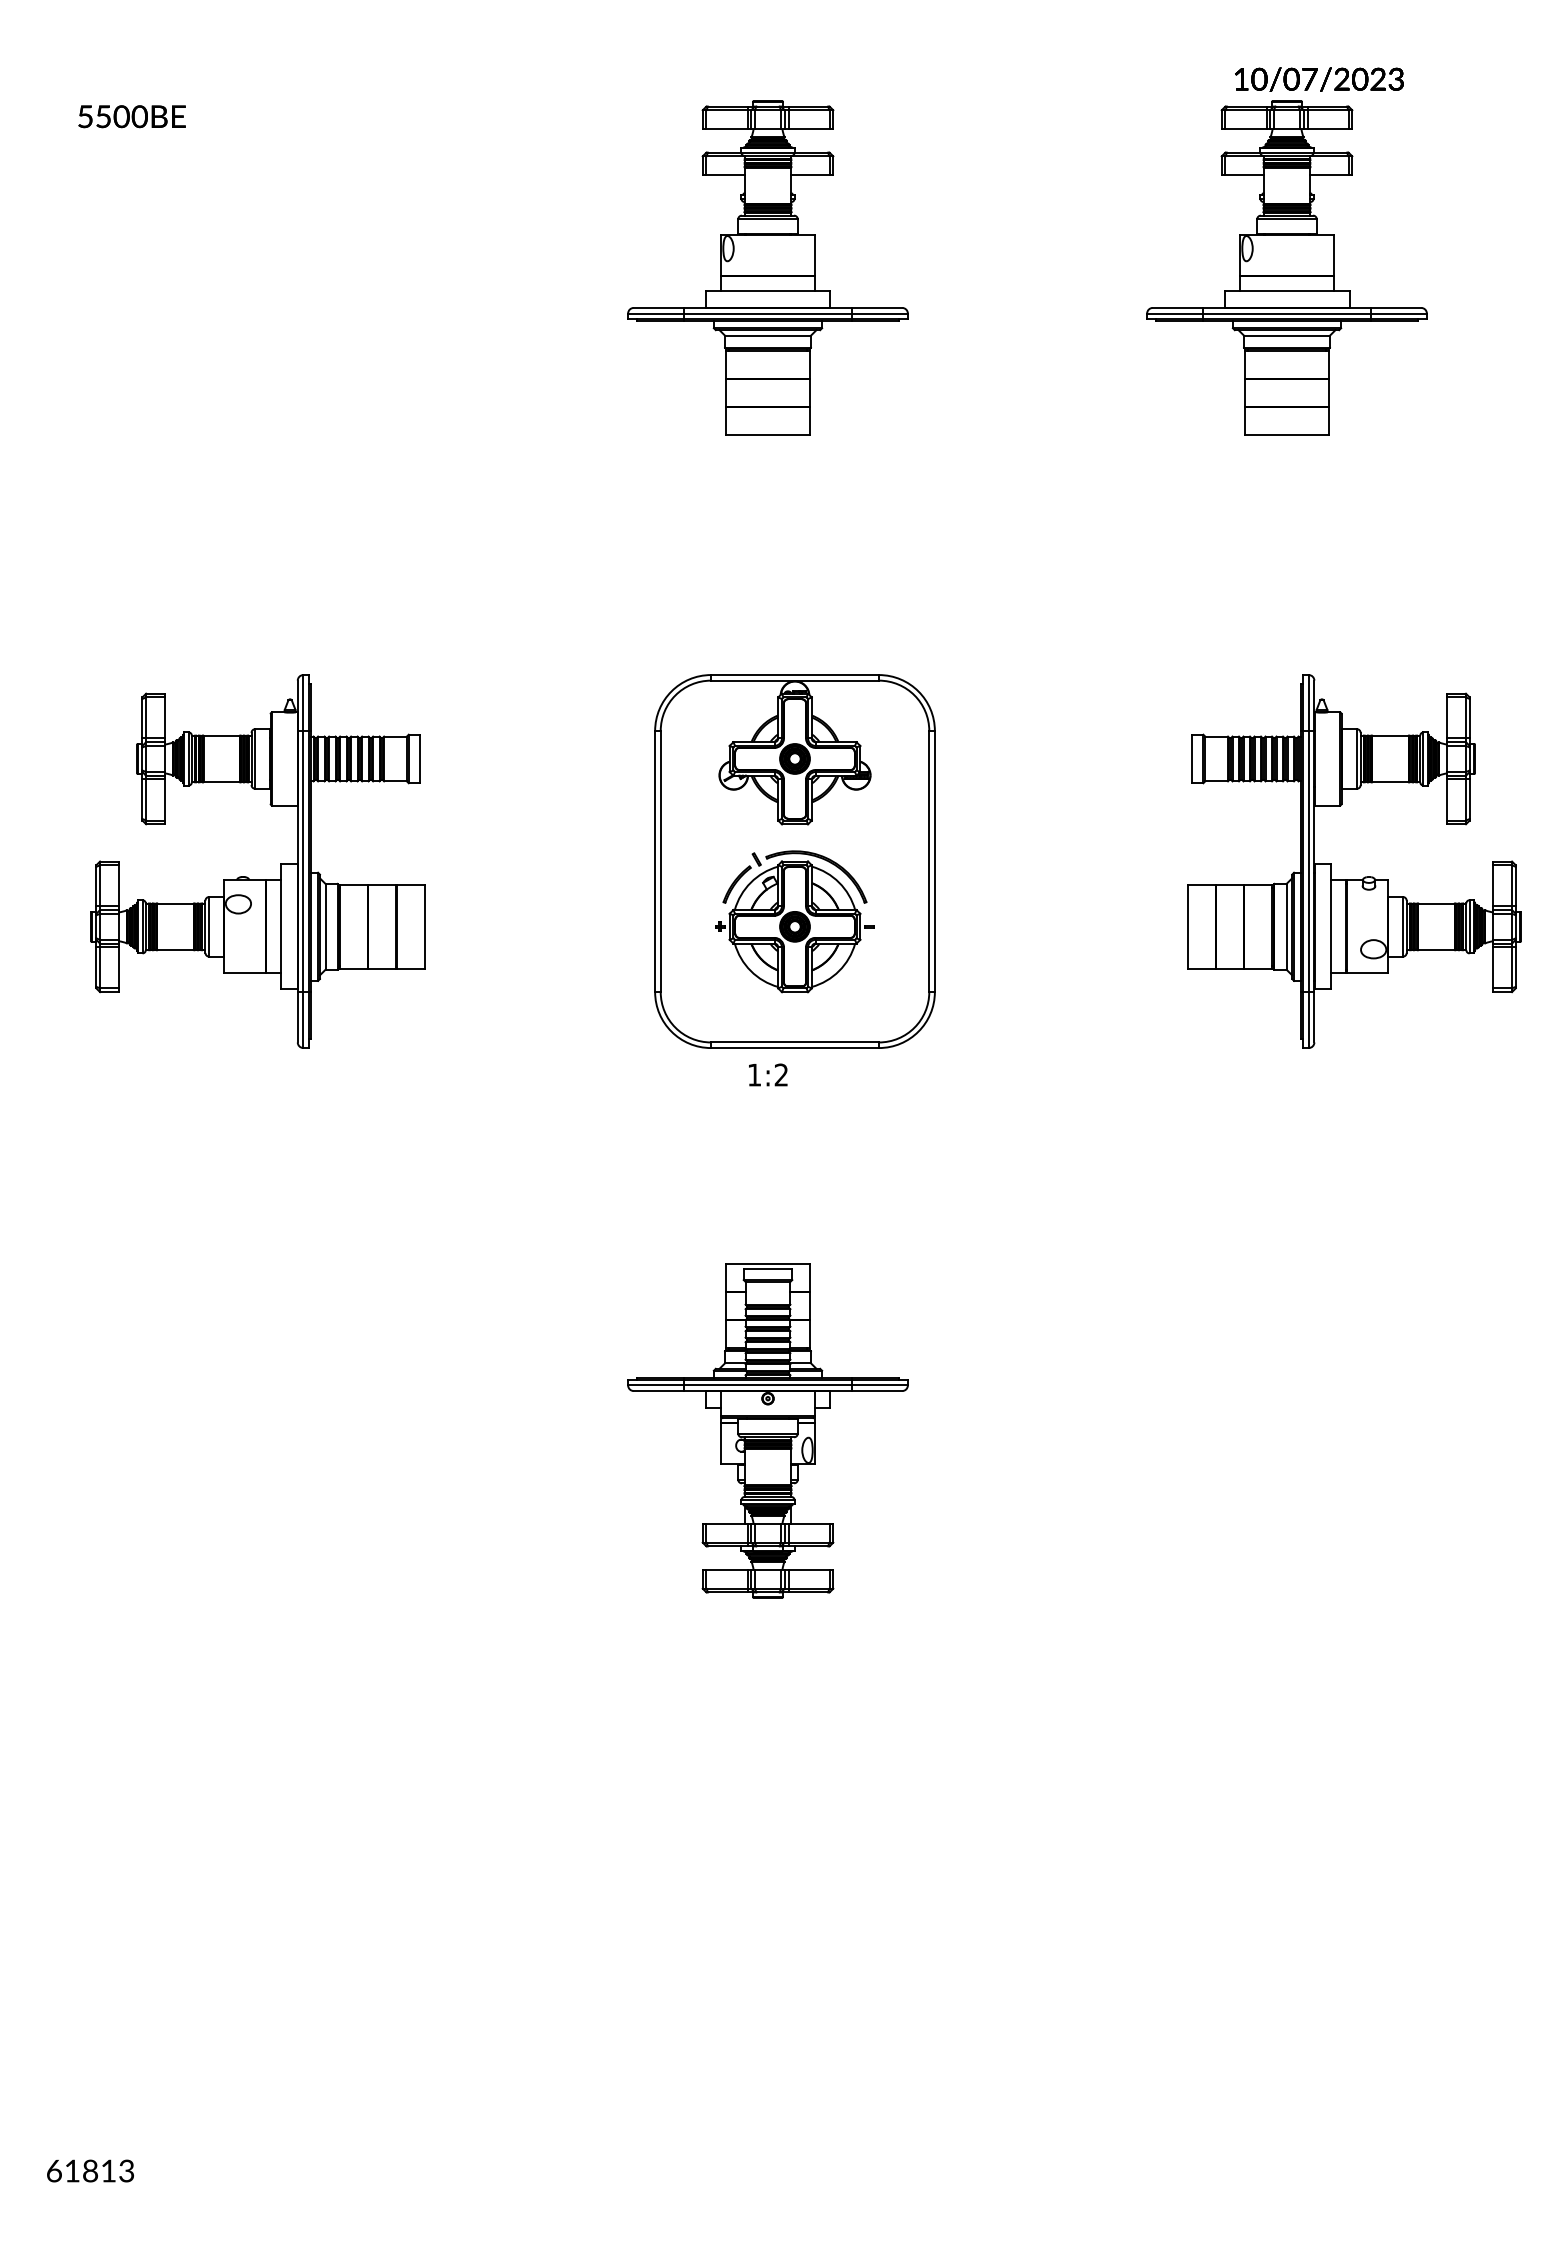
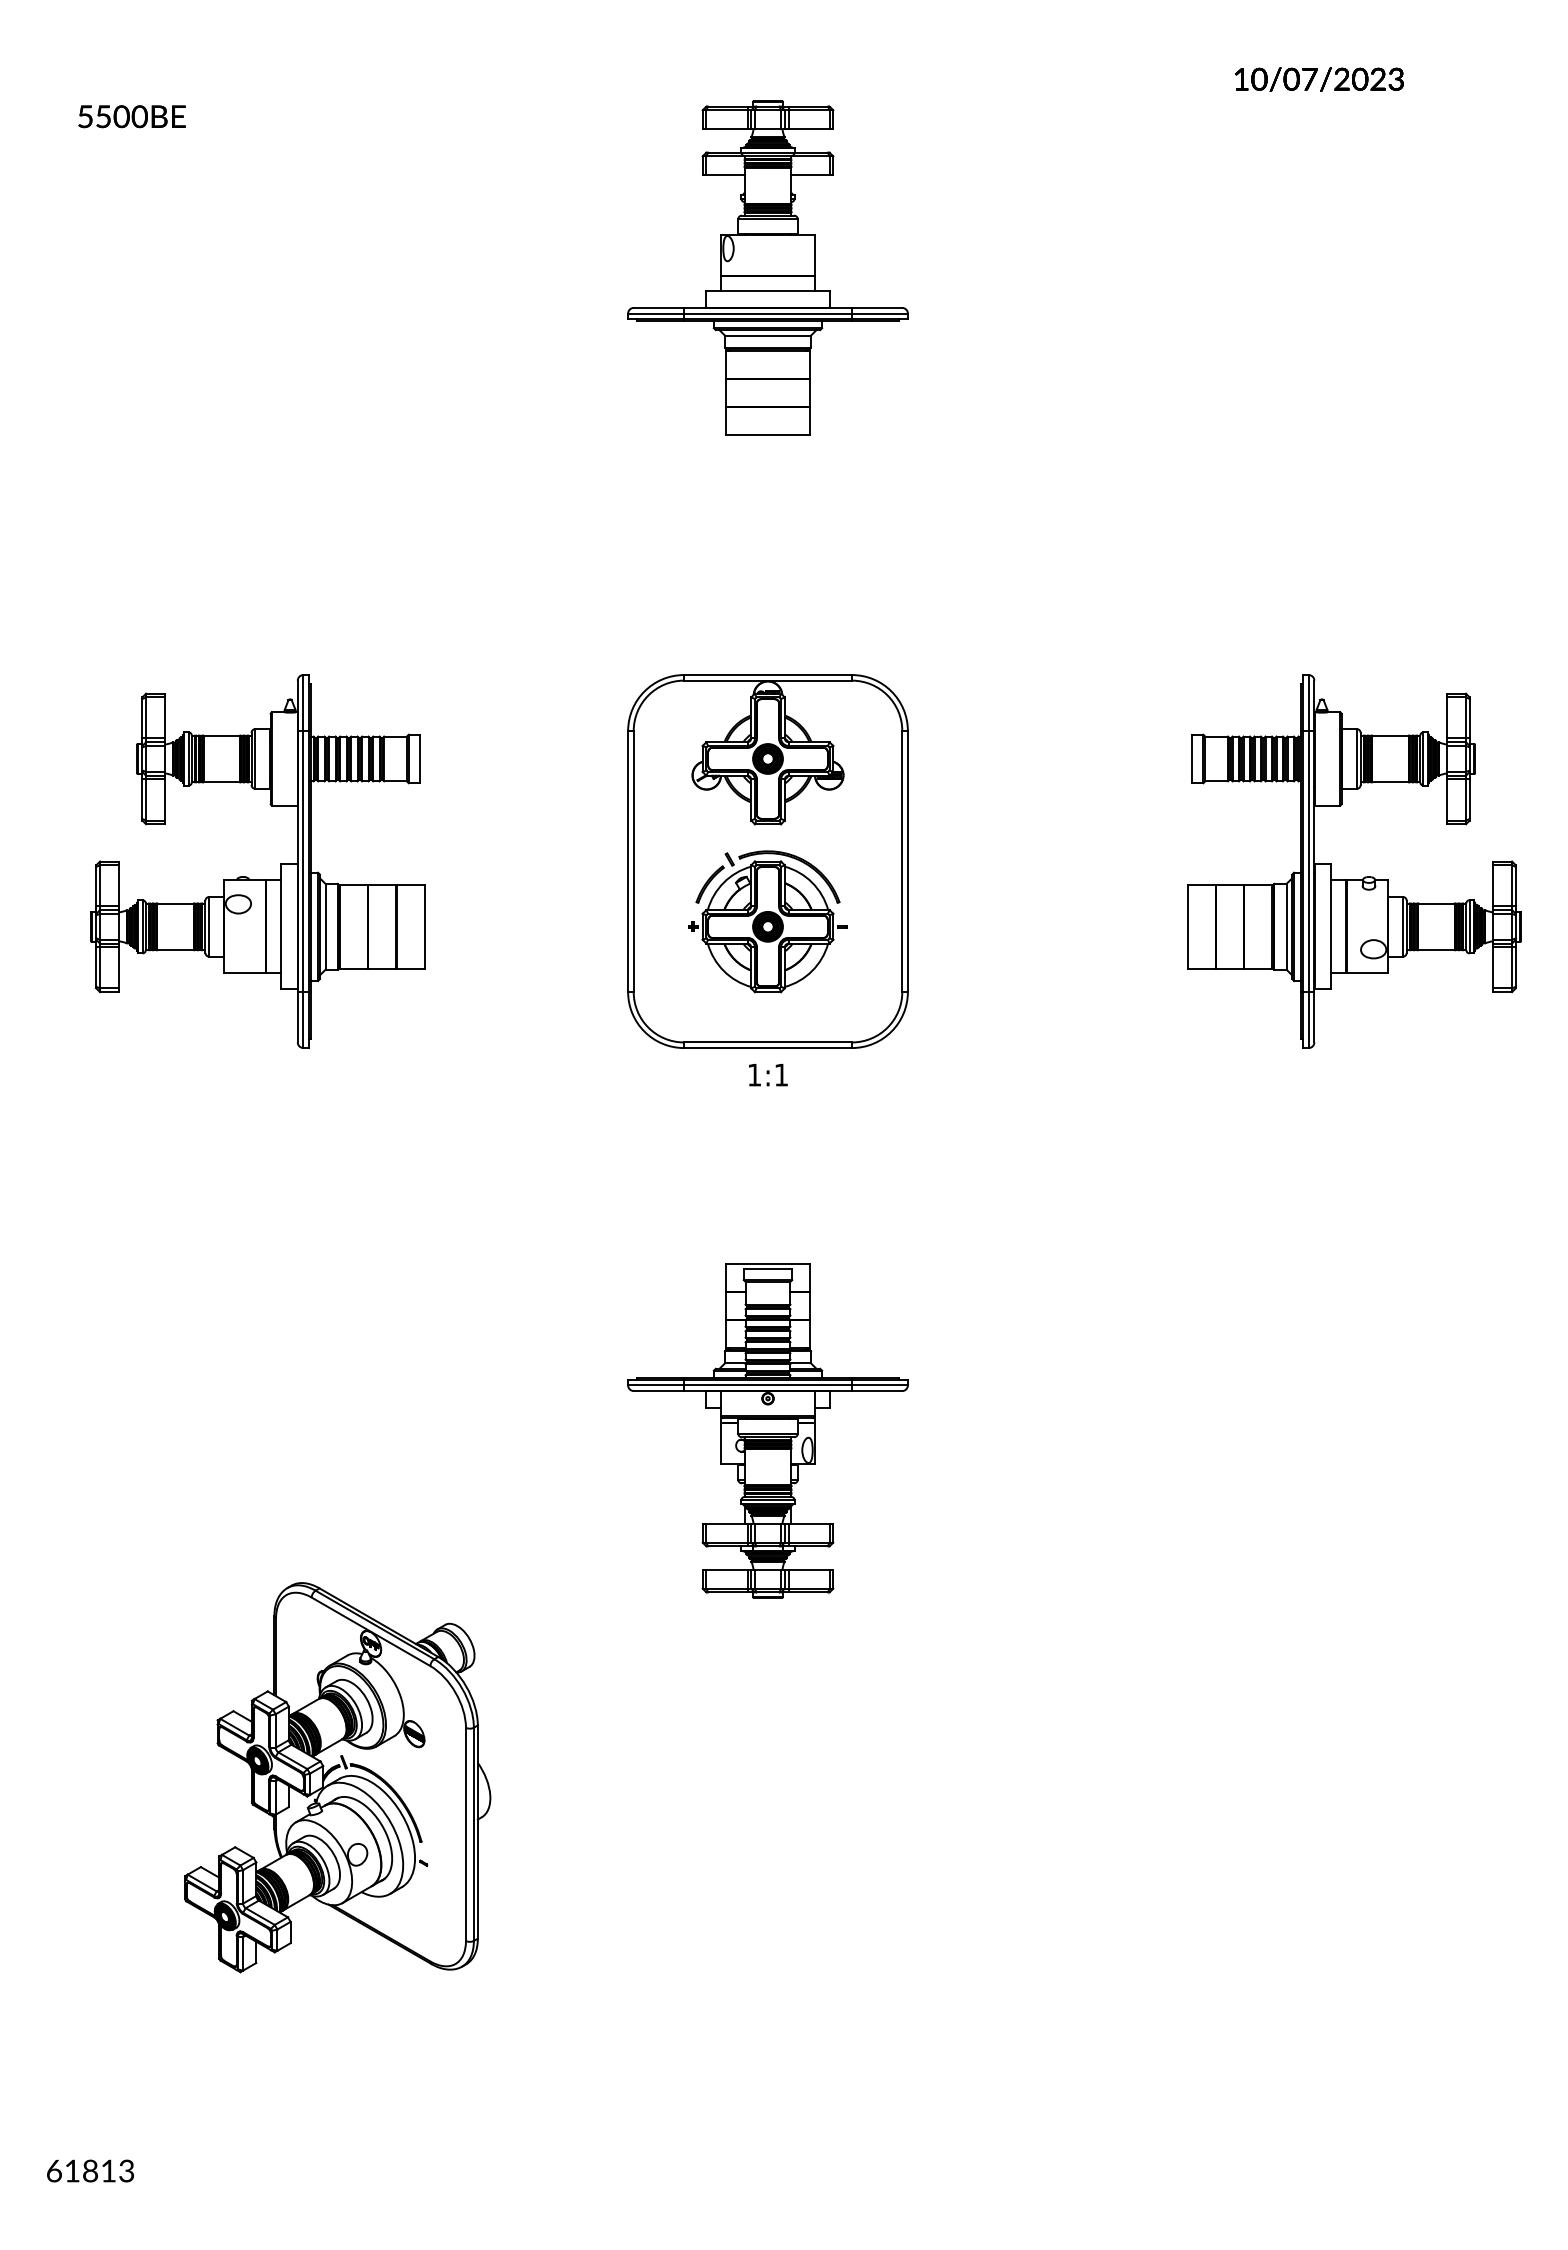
part at (1286, 267): present -> none
part at (794, 861) position: (794, 861) -> (767, 861)
text at (780, 1074): 1:2 -> 1:1
part at (337, 1777): none -> present
